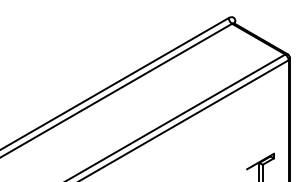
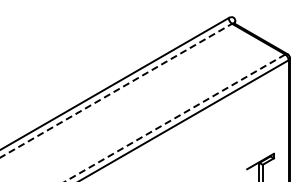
line at (116, 90): solid -> dashed
line at (174, 118): solid -> dashed
